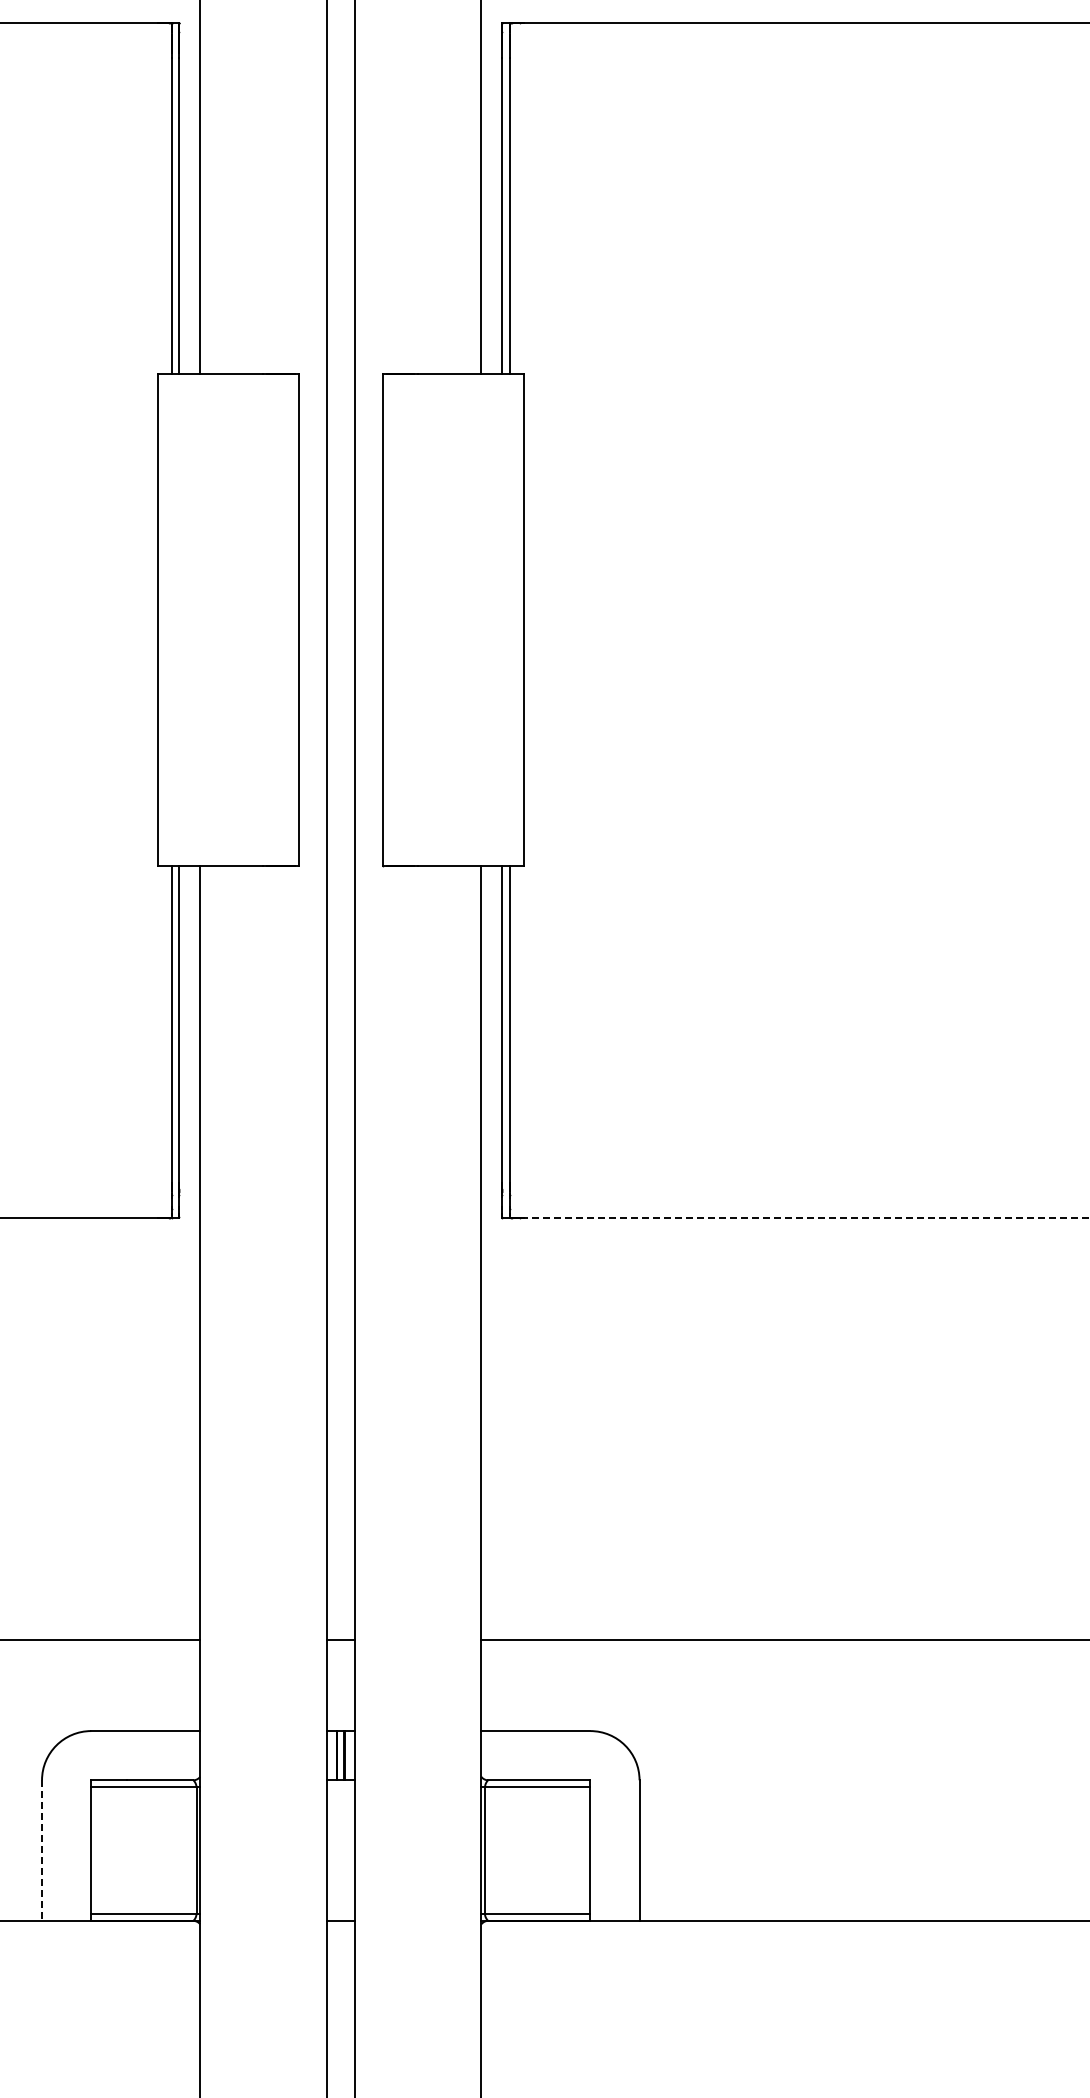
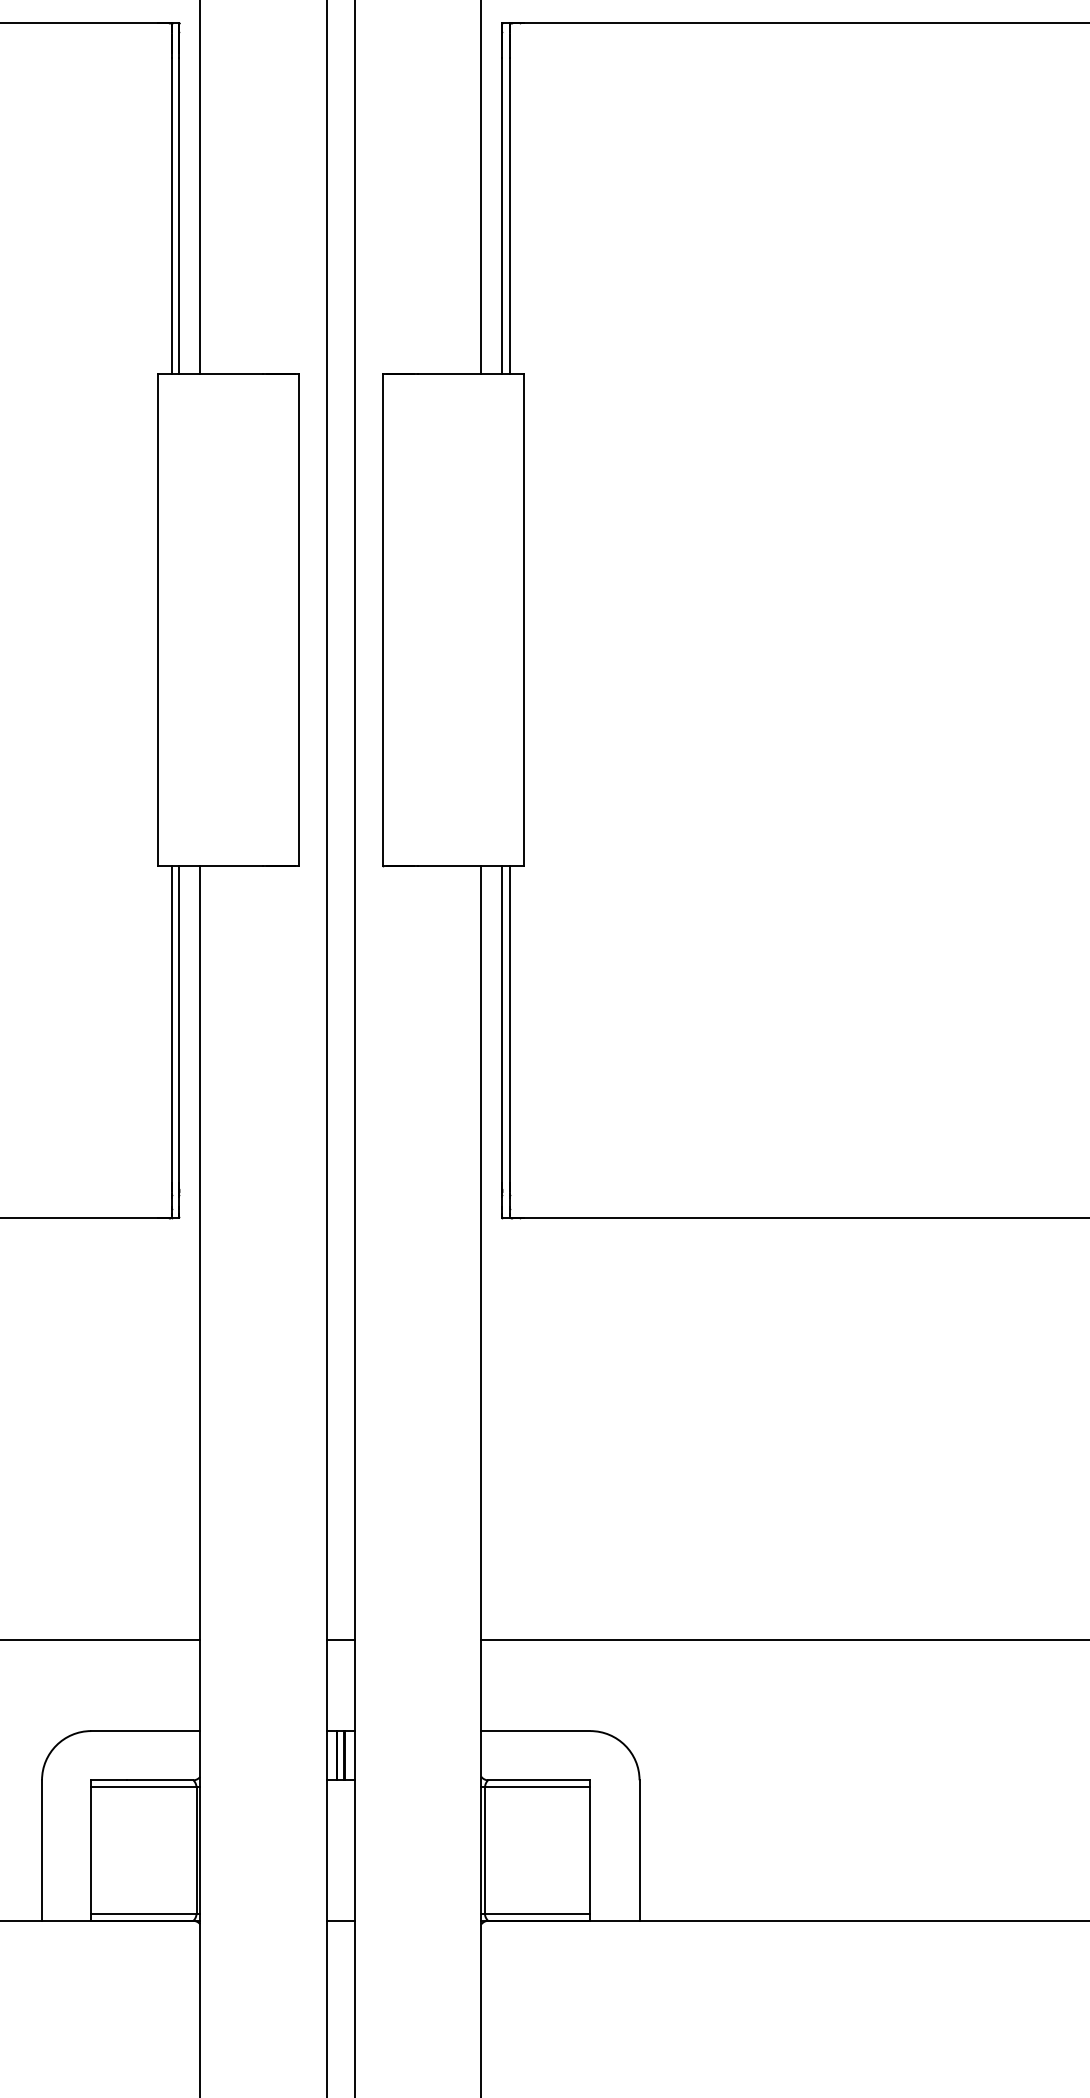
line at (806, 1217): dashed -> solid
line at (42, 1851): dashed -> solid
